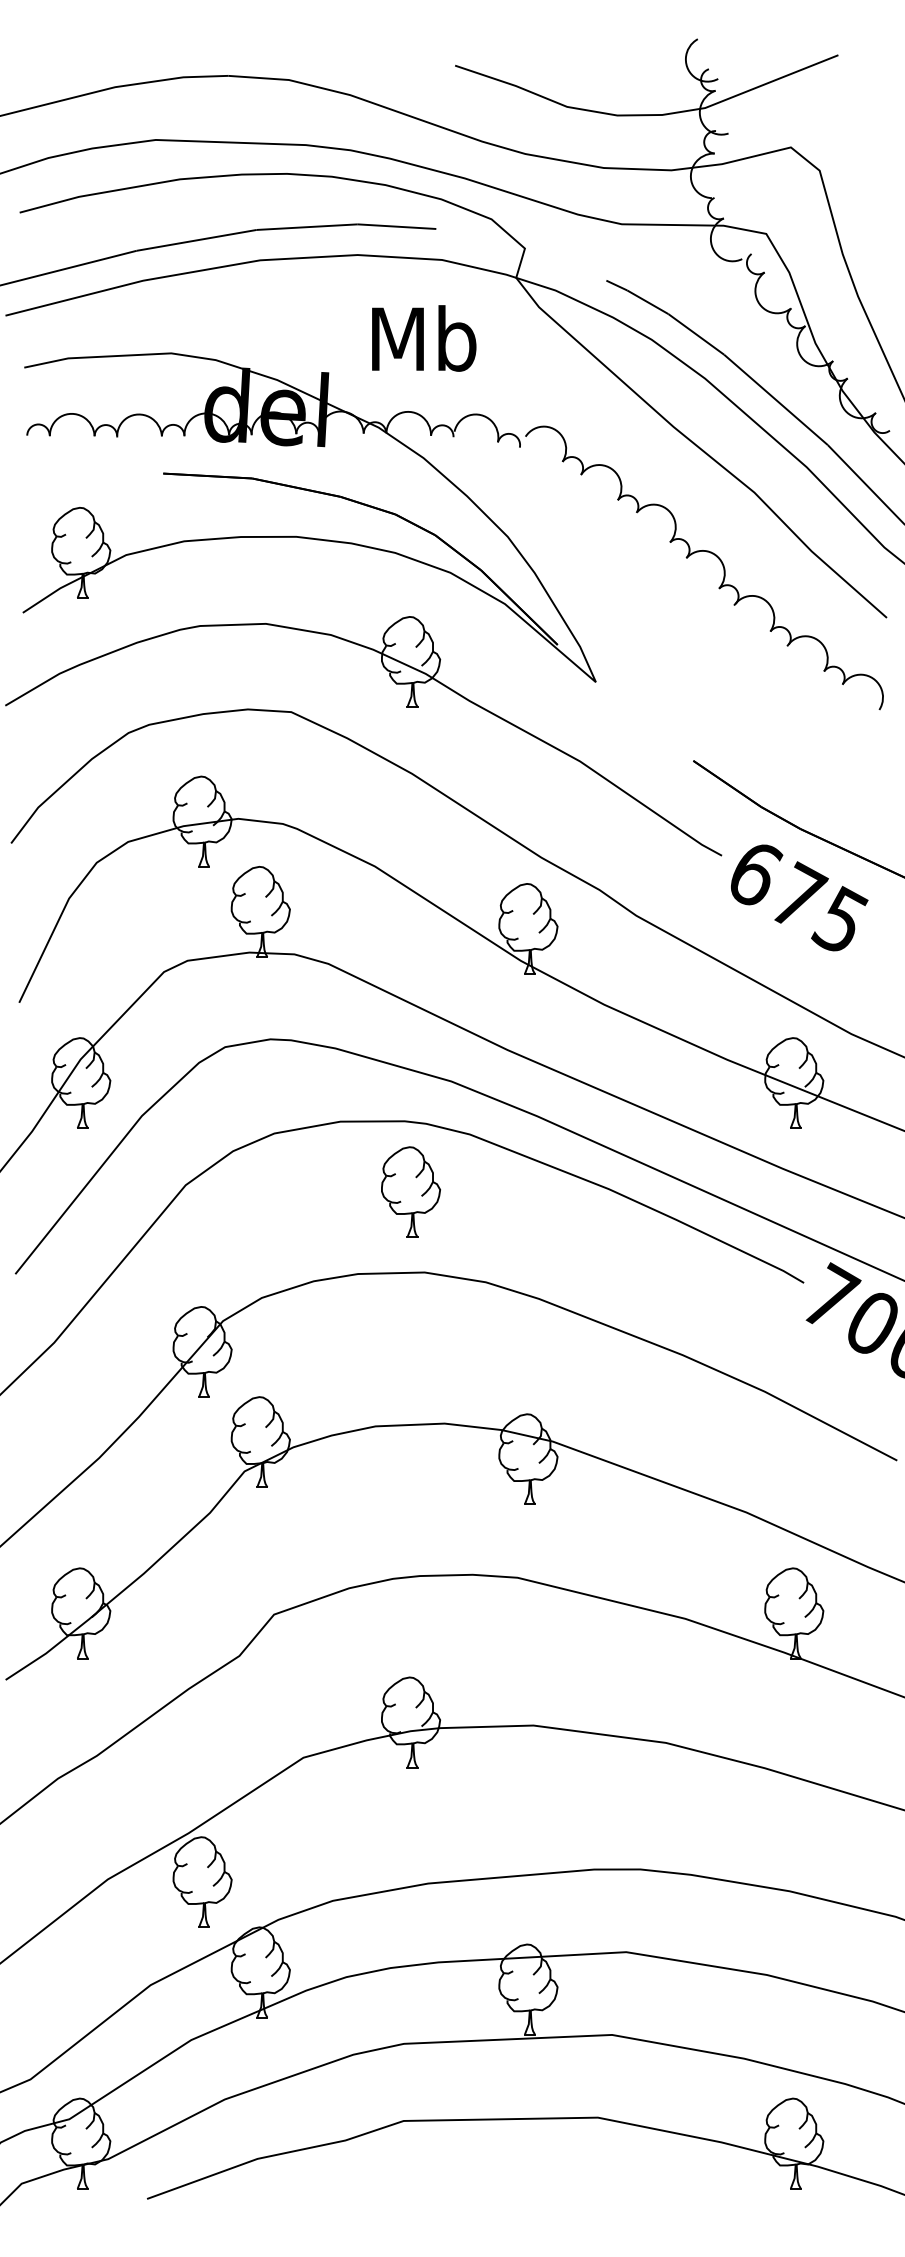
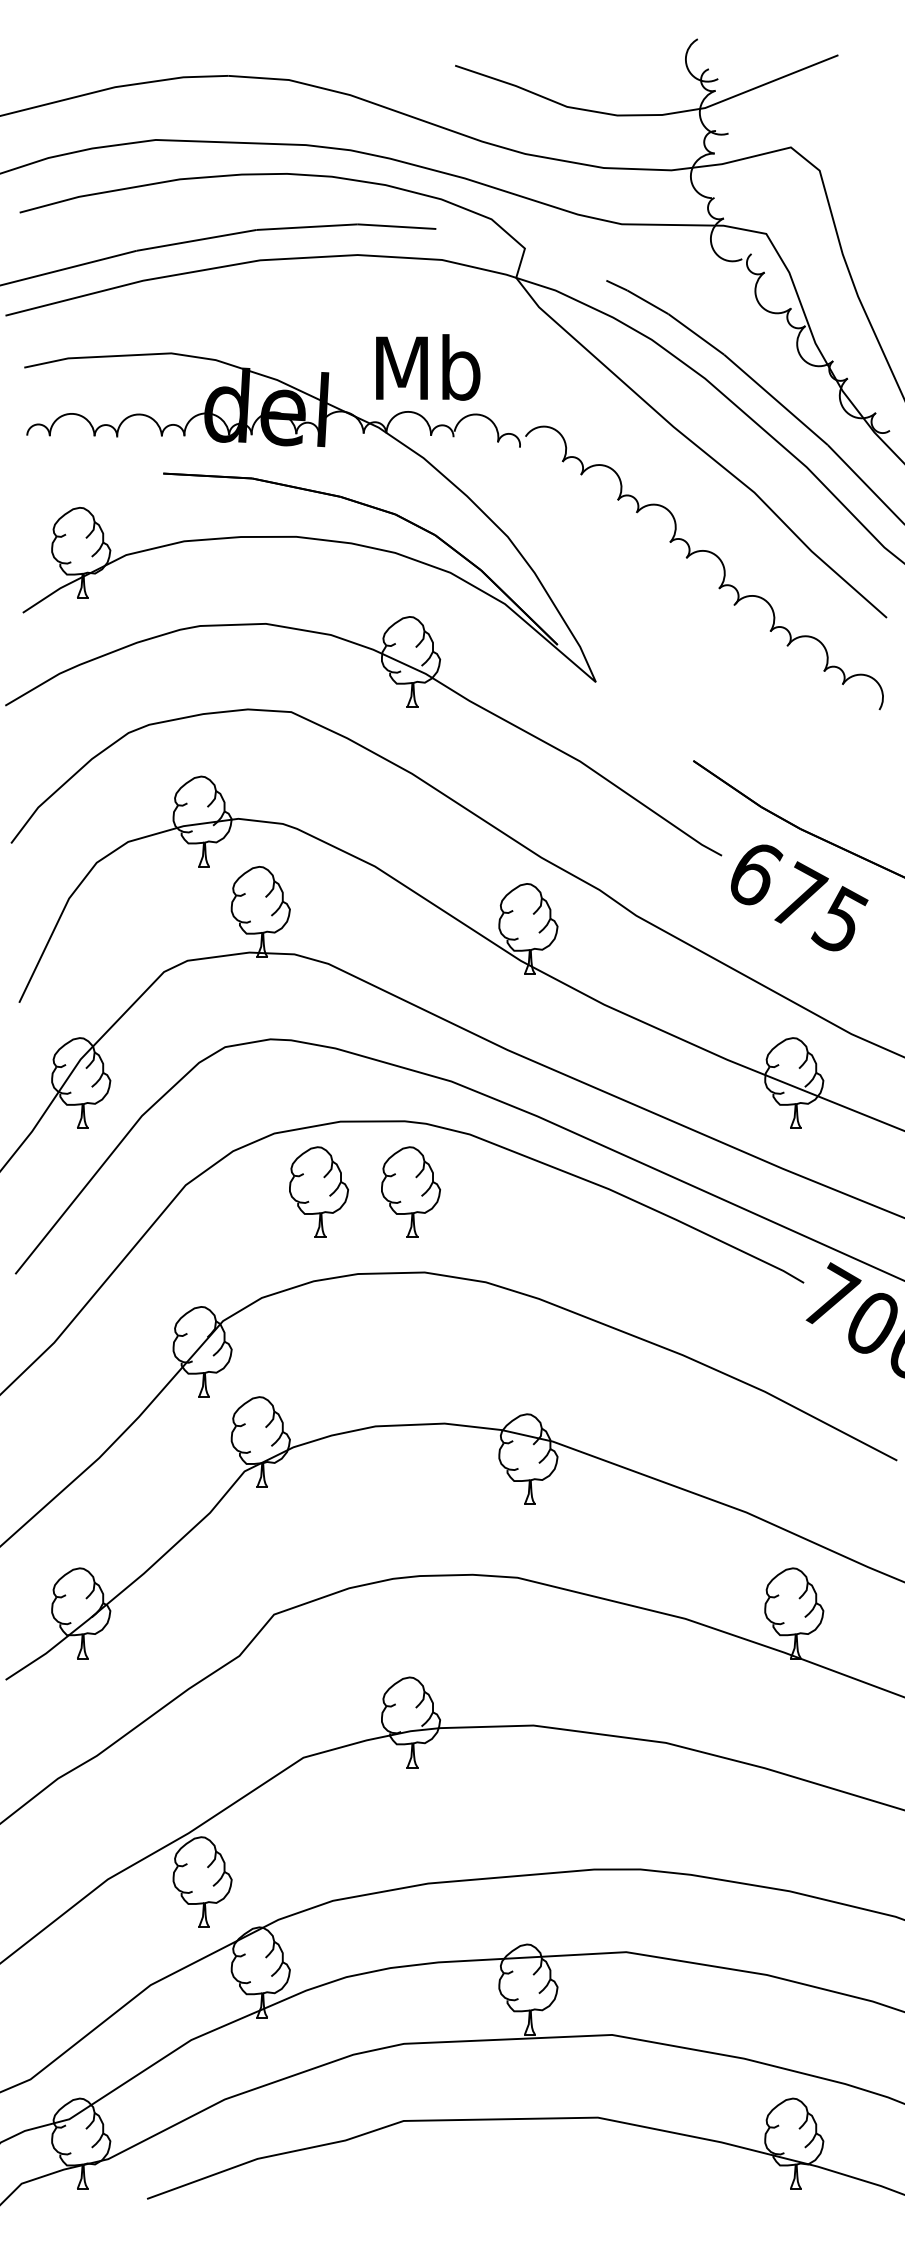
text at (424, 338) position: (424, 338) -> (428, 367)
part at (318, 1191): none -> present
